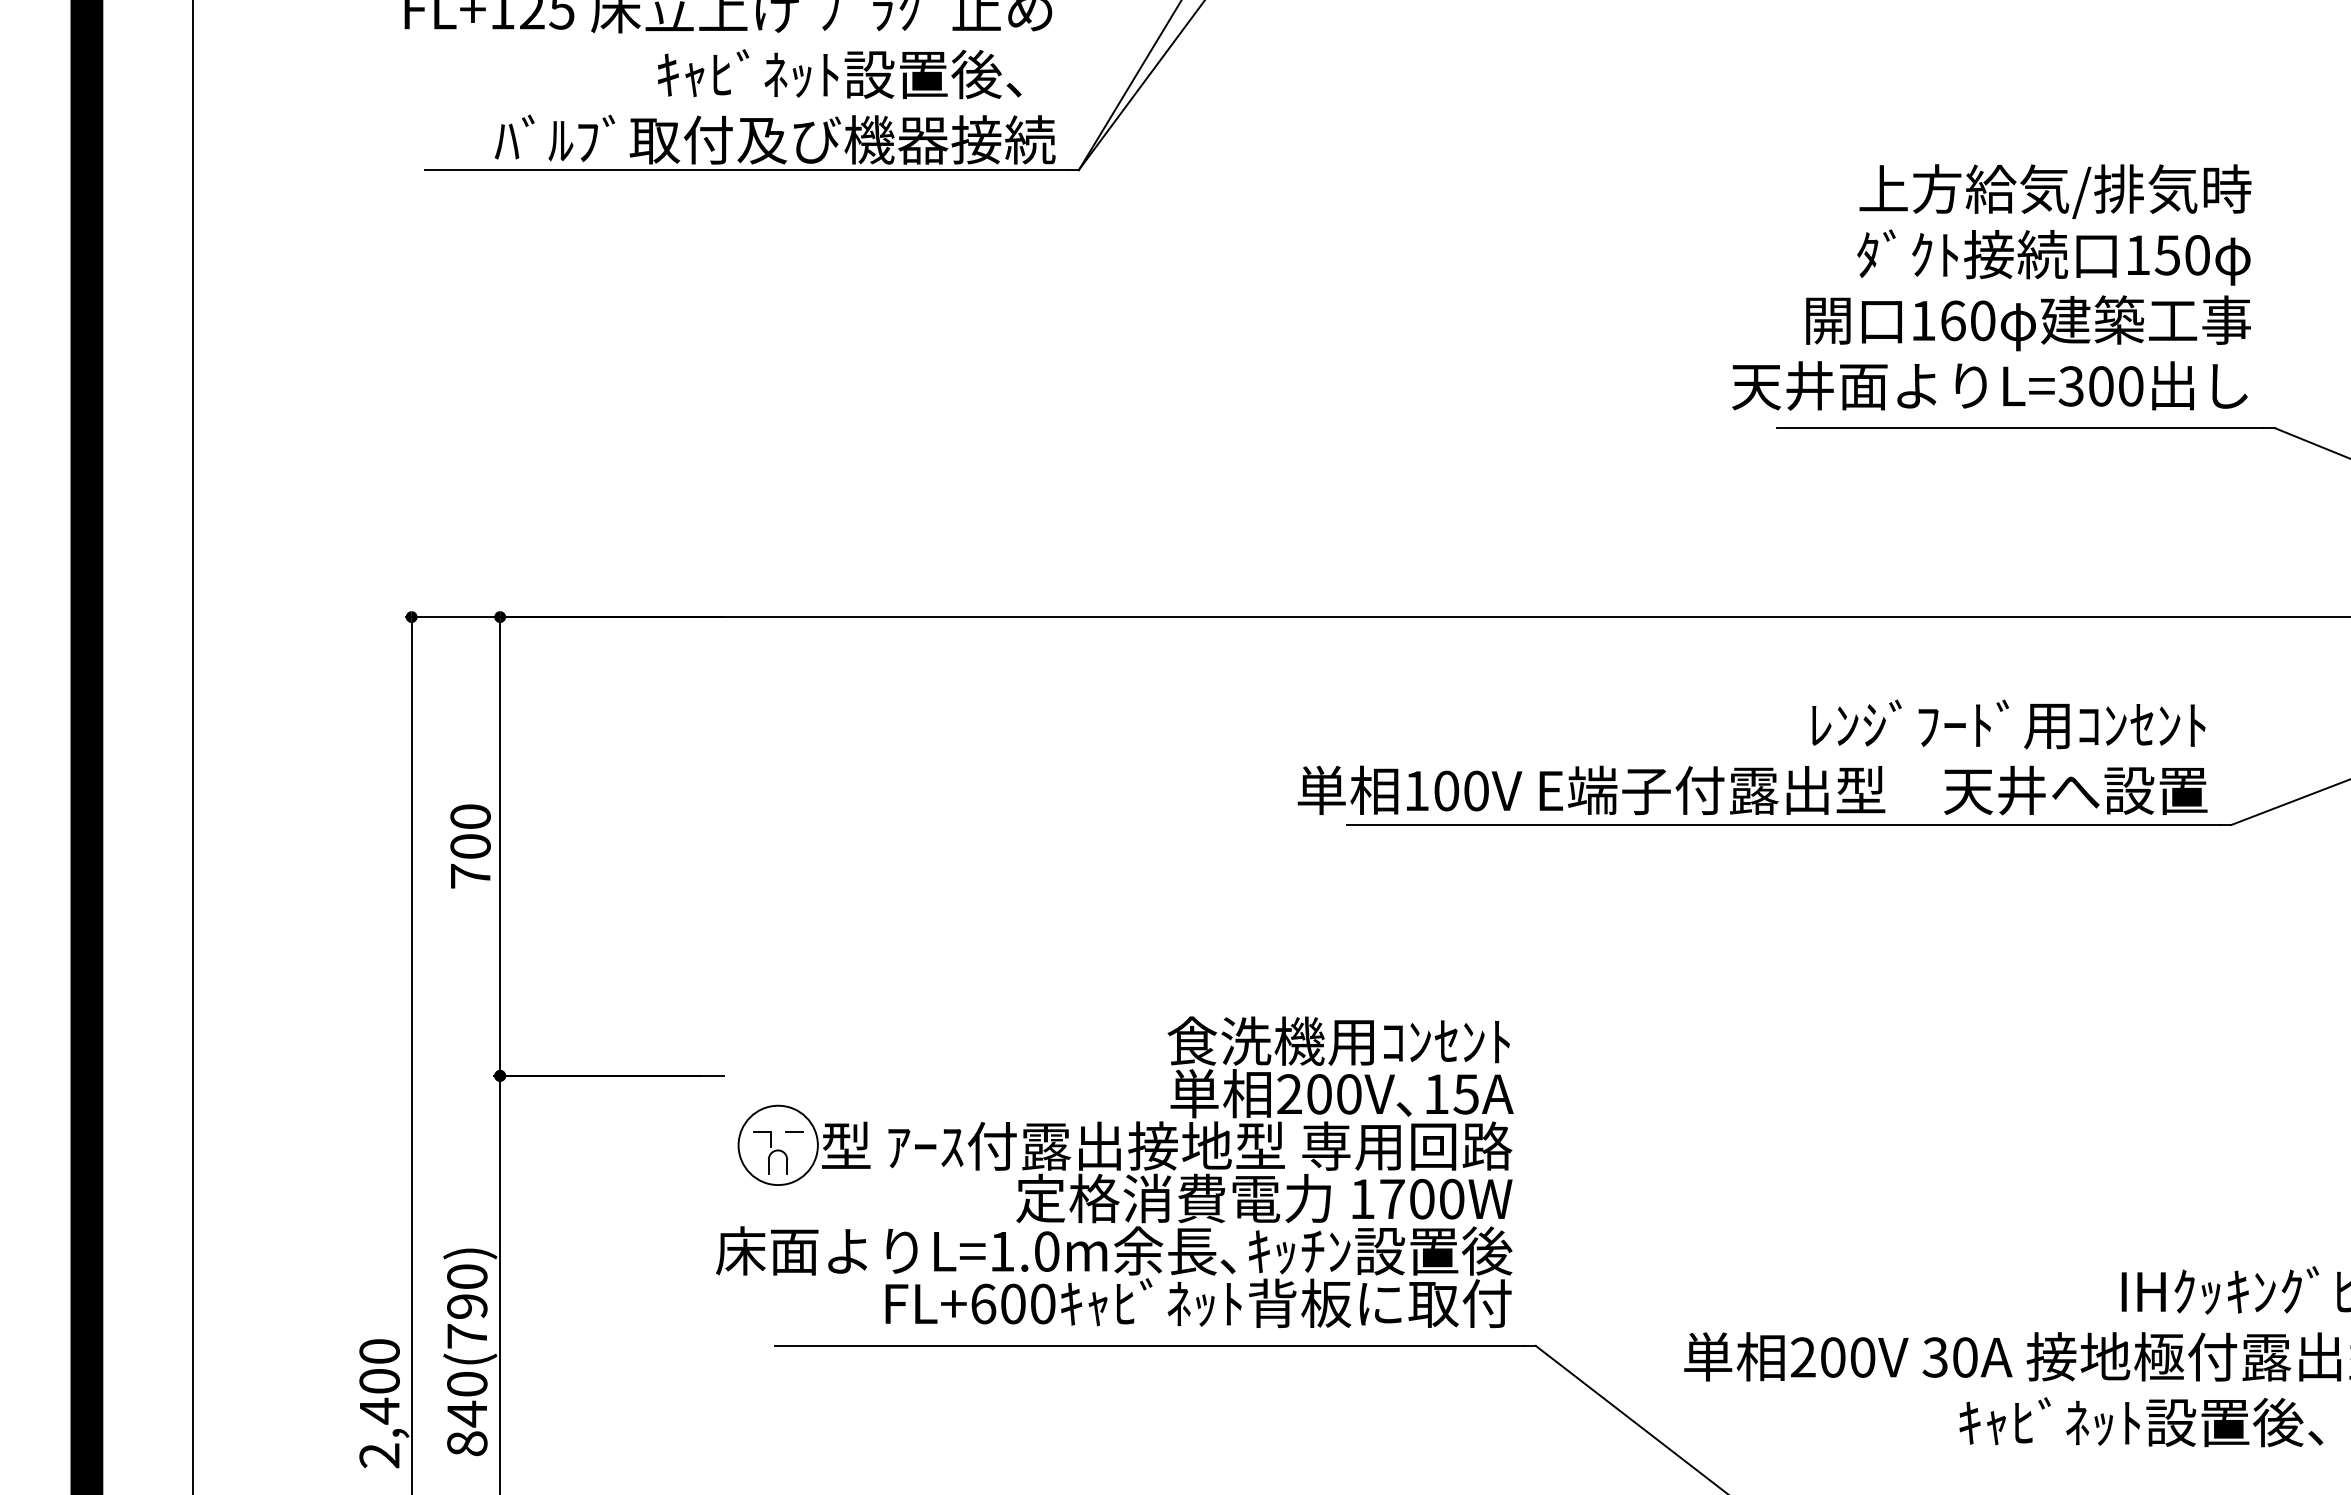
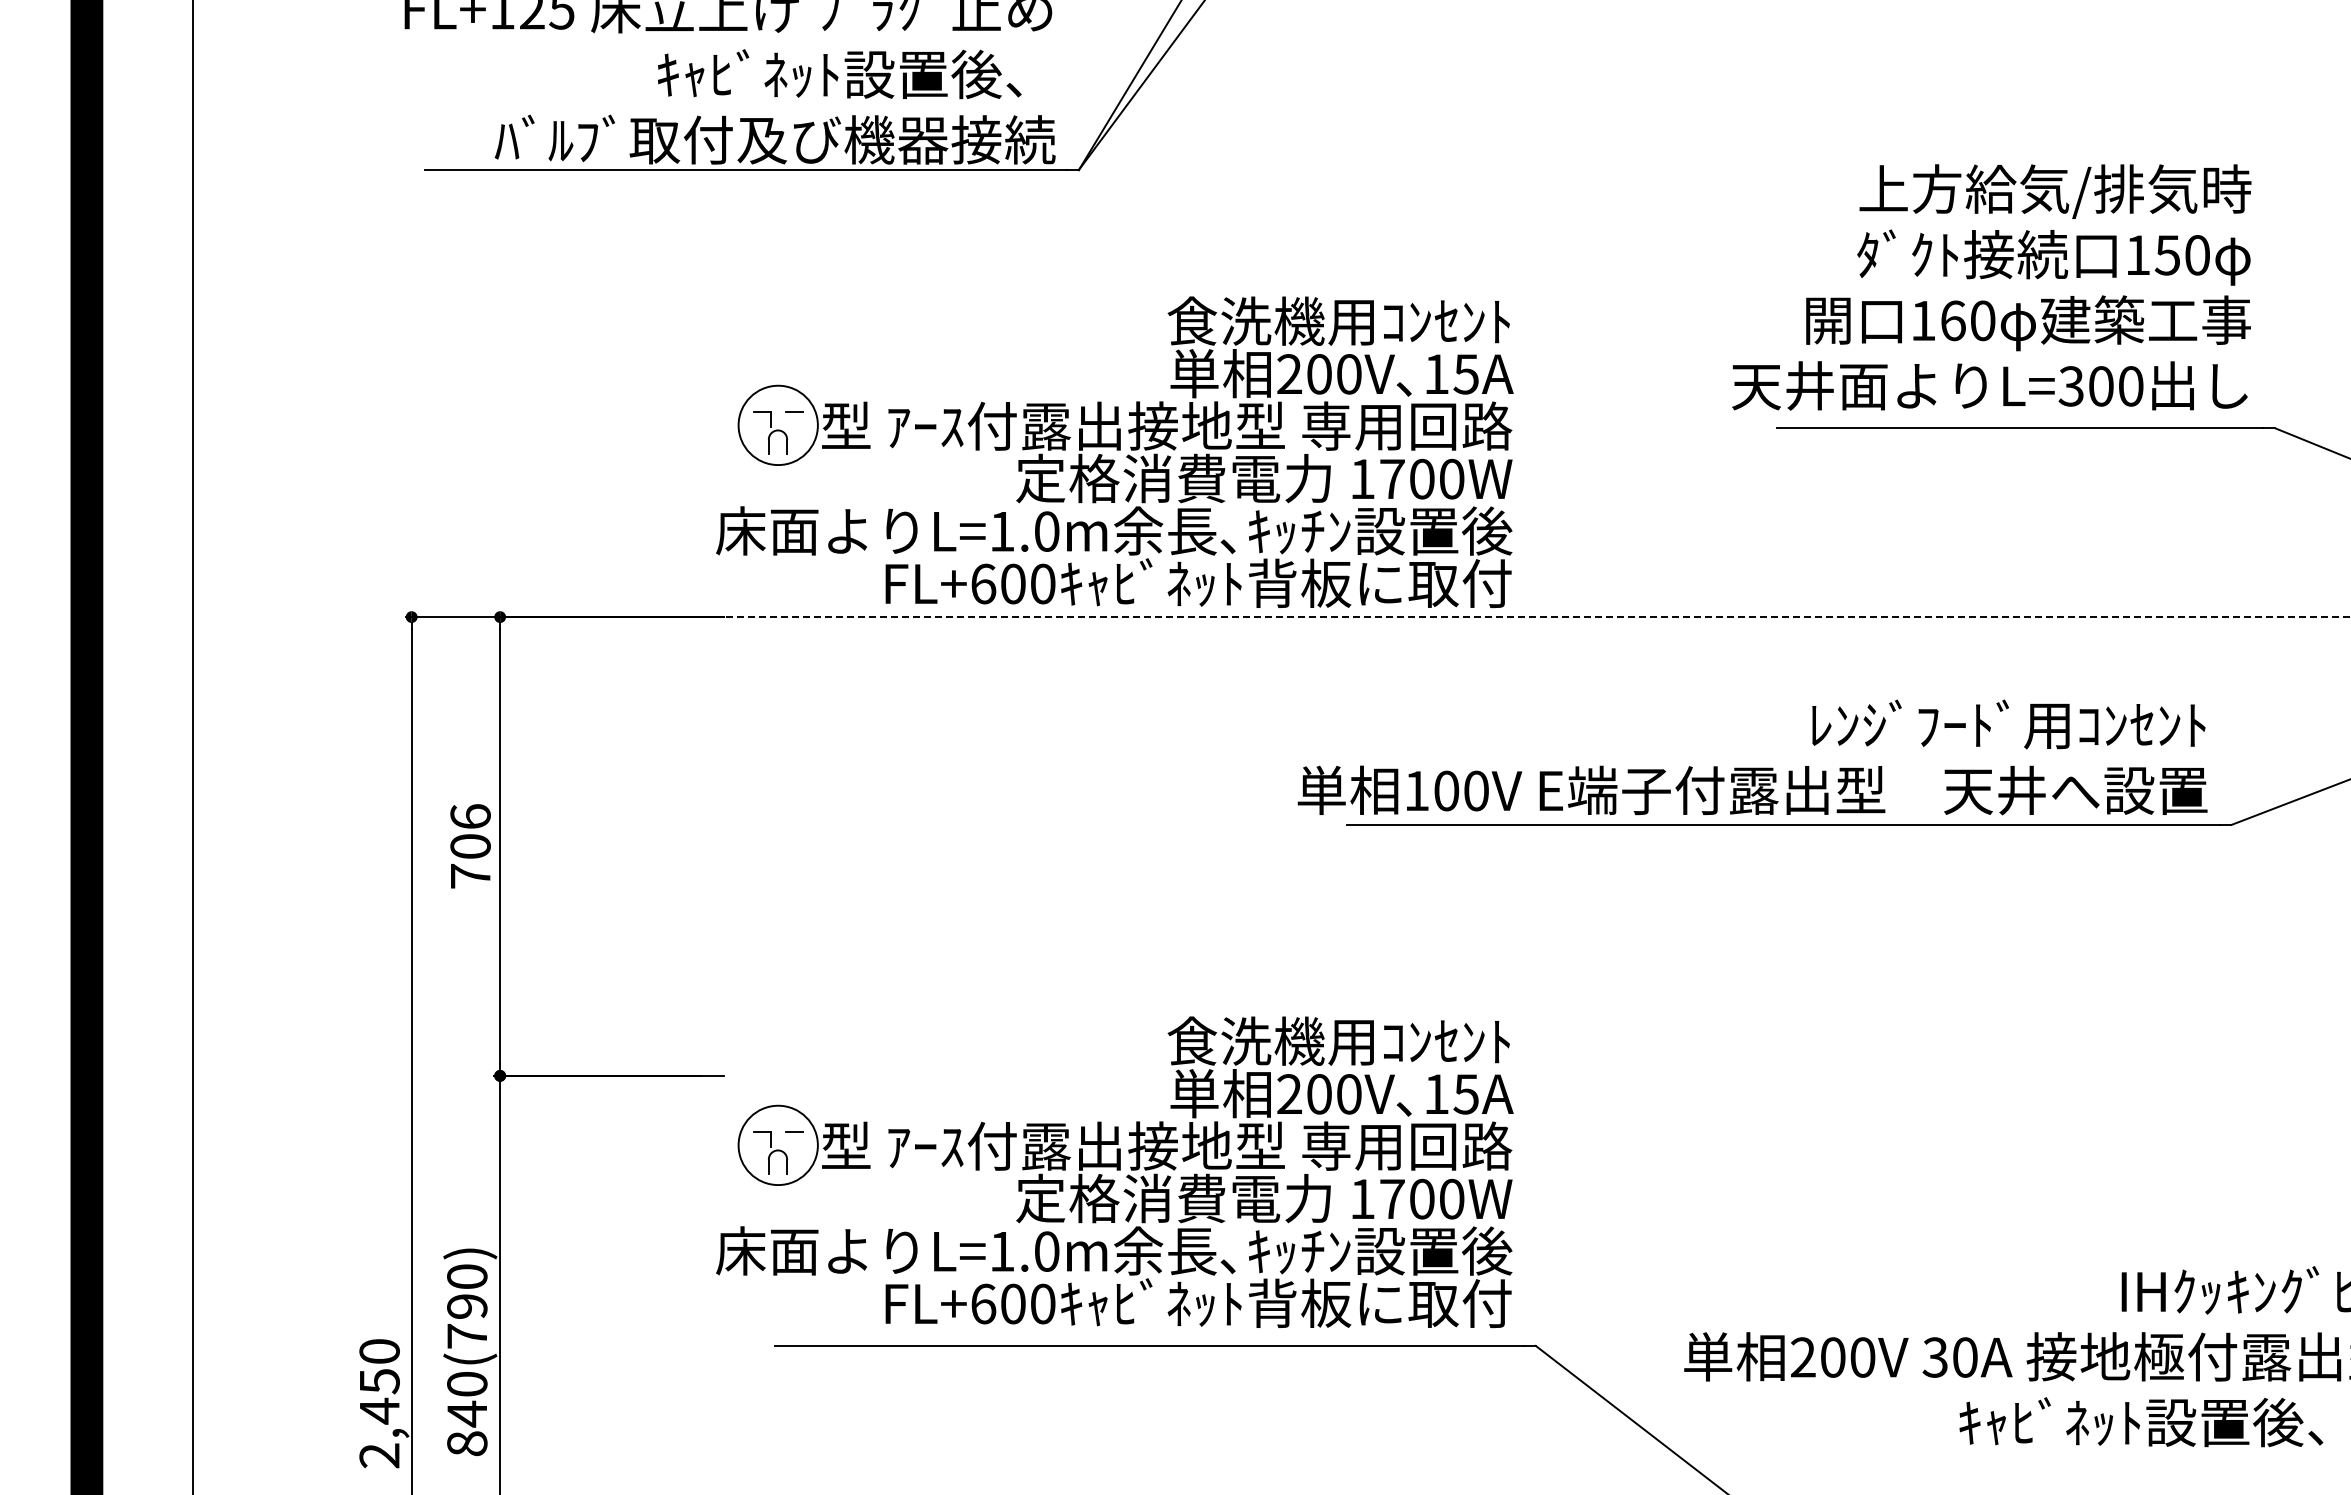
part at (1114, 452): none -> present
line at (1483, 617): solid -> dashed
text at (470, 816): 700 -> 706
text at (379, 1381): 2,400 -> 2,450
